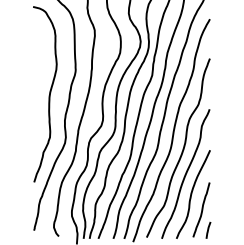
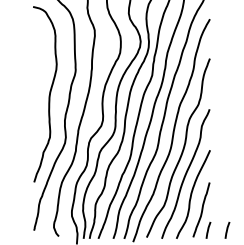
line at (227, 230): none -> present
